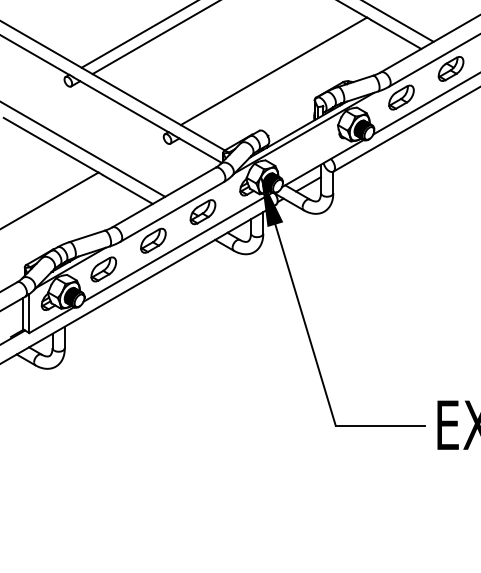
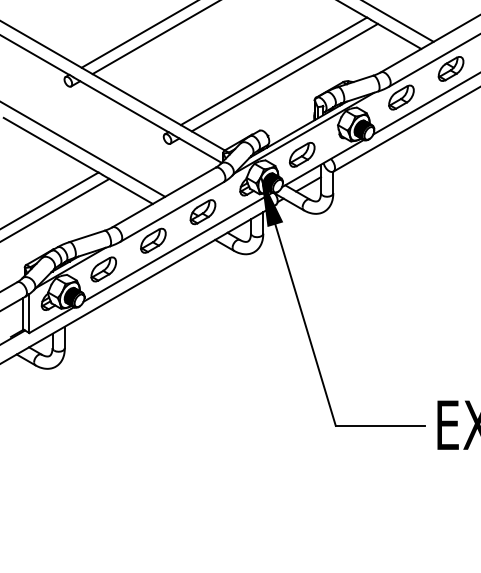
line at (284, 77): none -> present
part at (302, 154): none -> present
line at (55, 209): none -> present
